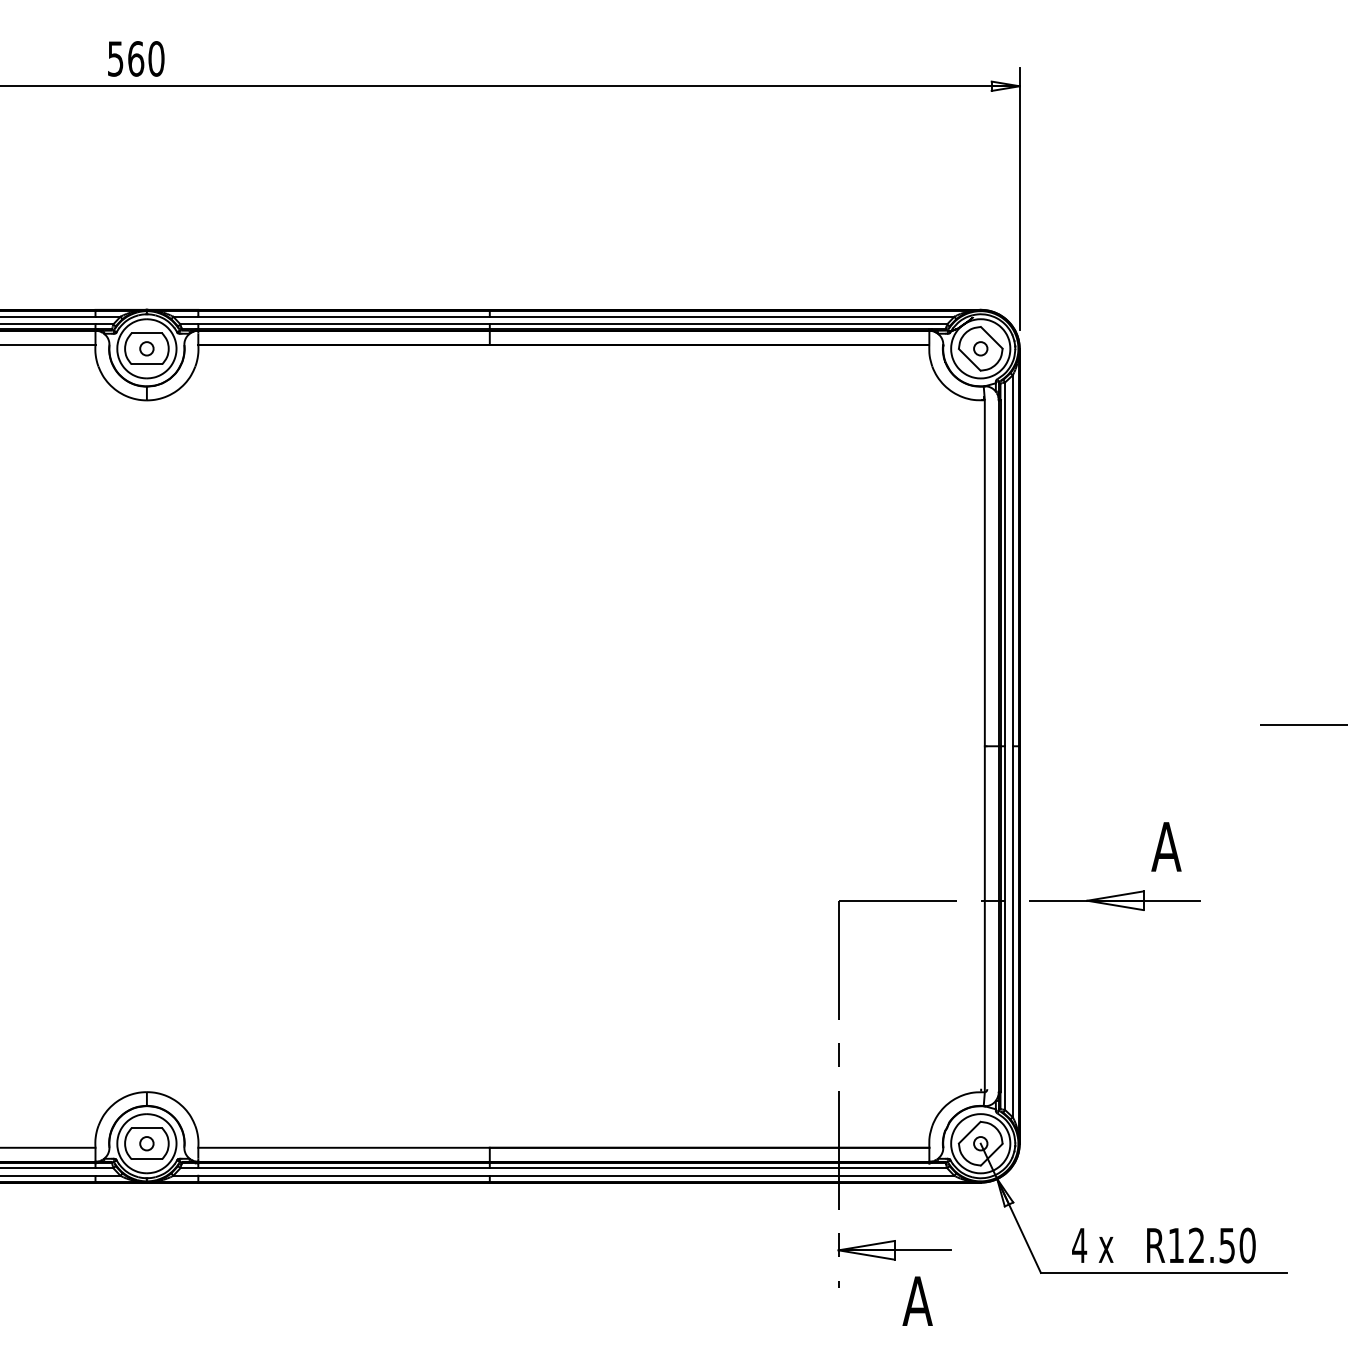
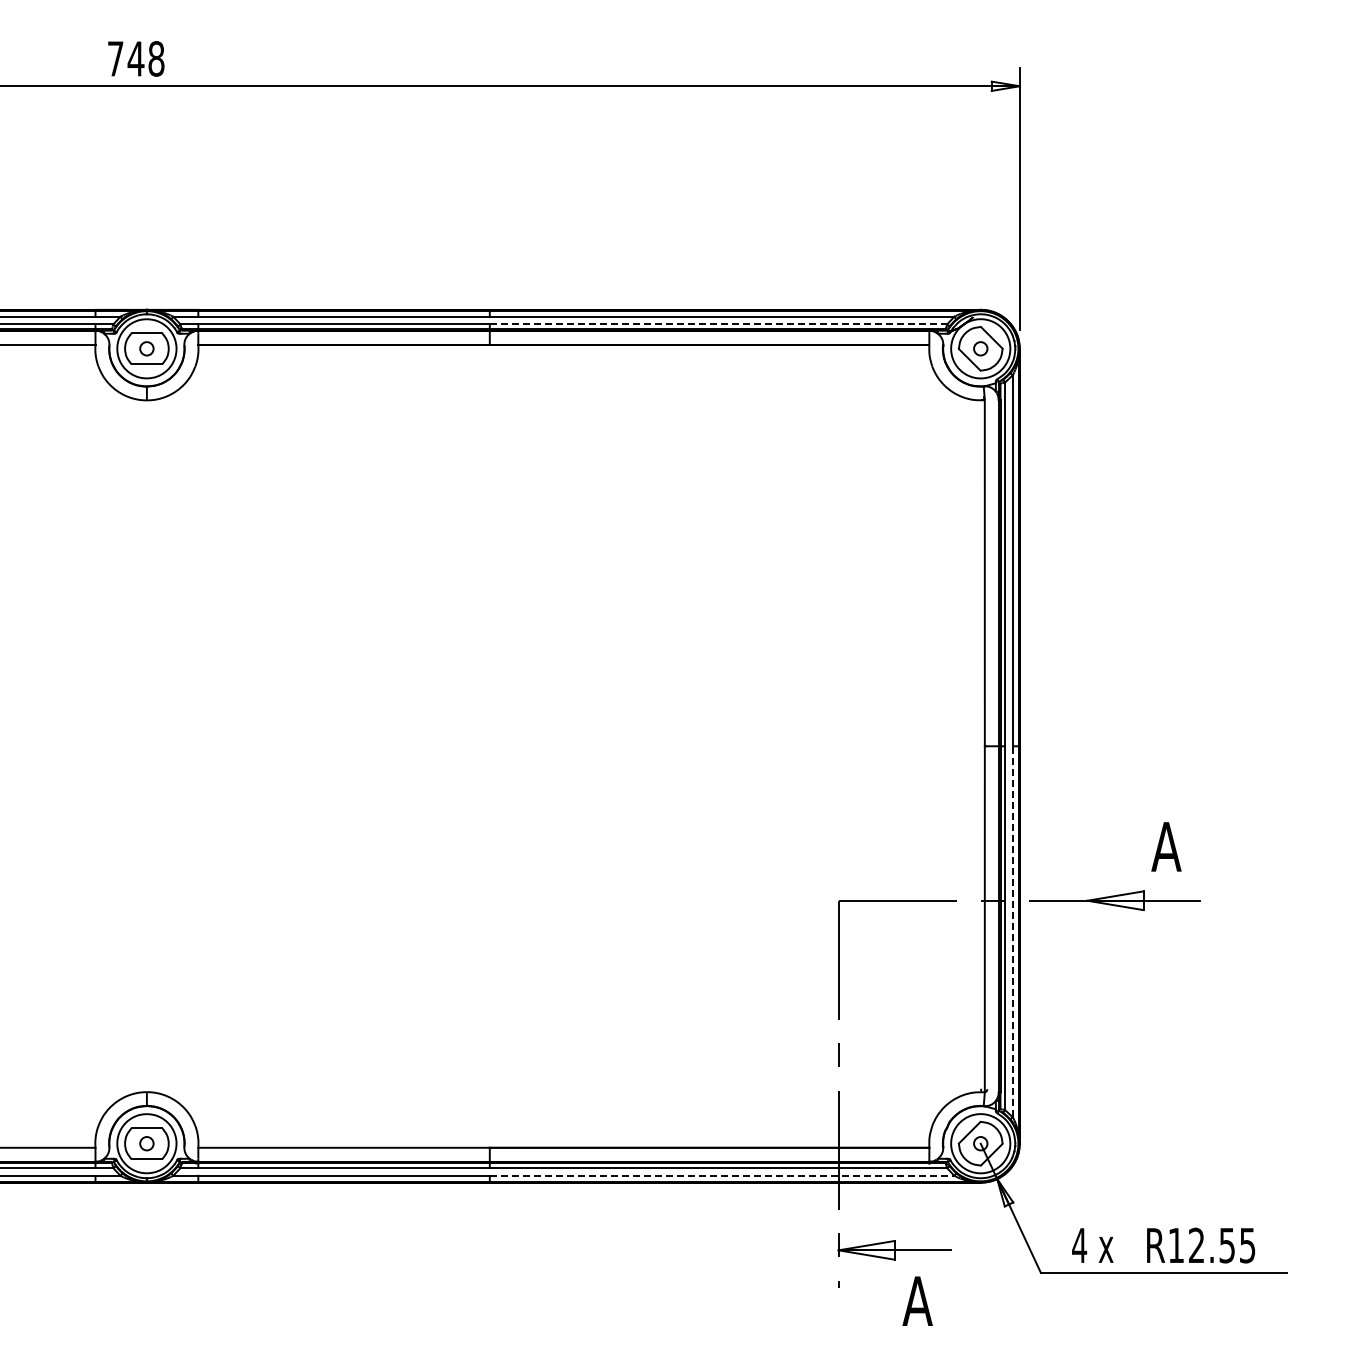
text at (136, 58): 560 -> 748
line at (718, 324): solid -> dashed
line at (1302, 724): present -> none
line at (1012, 931): solid -> dashed
line at (722, 1175): solid -> dashed
text at (1247, 1245): R12.50 -> R12.55
